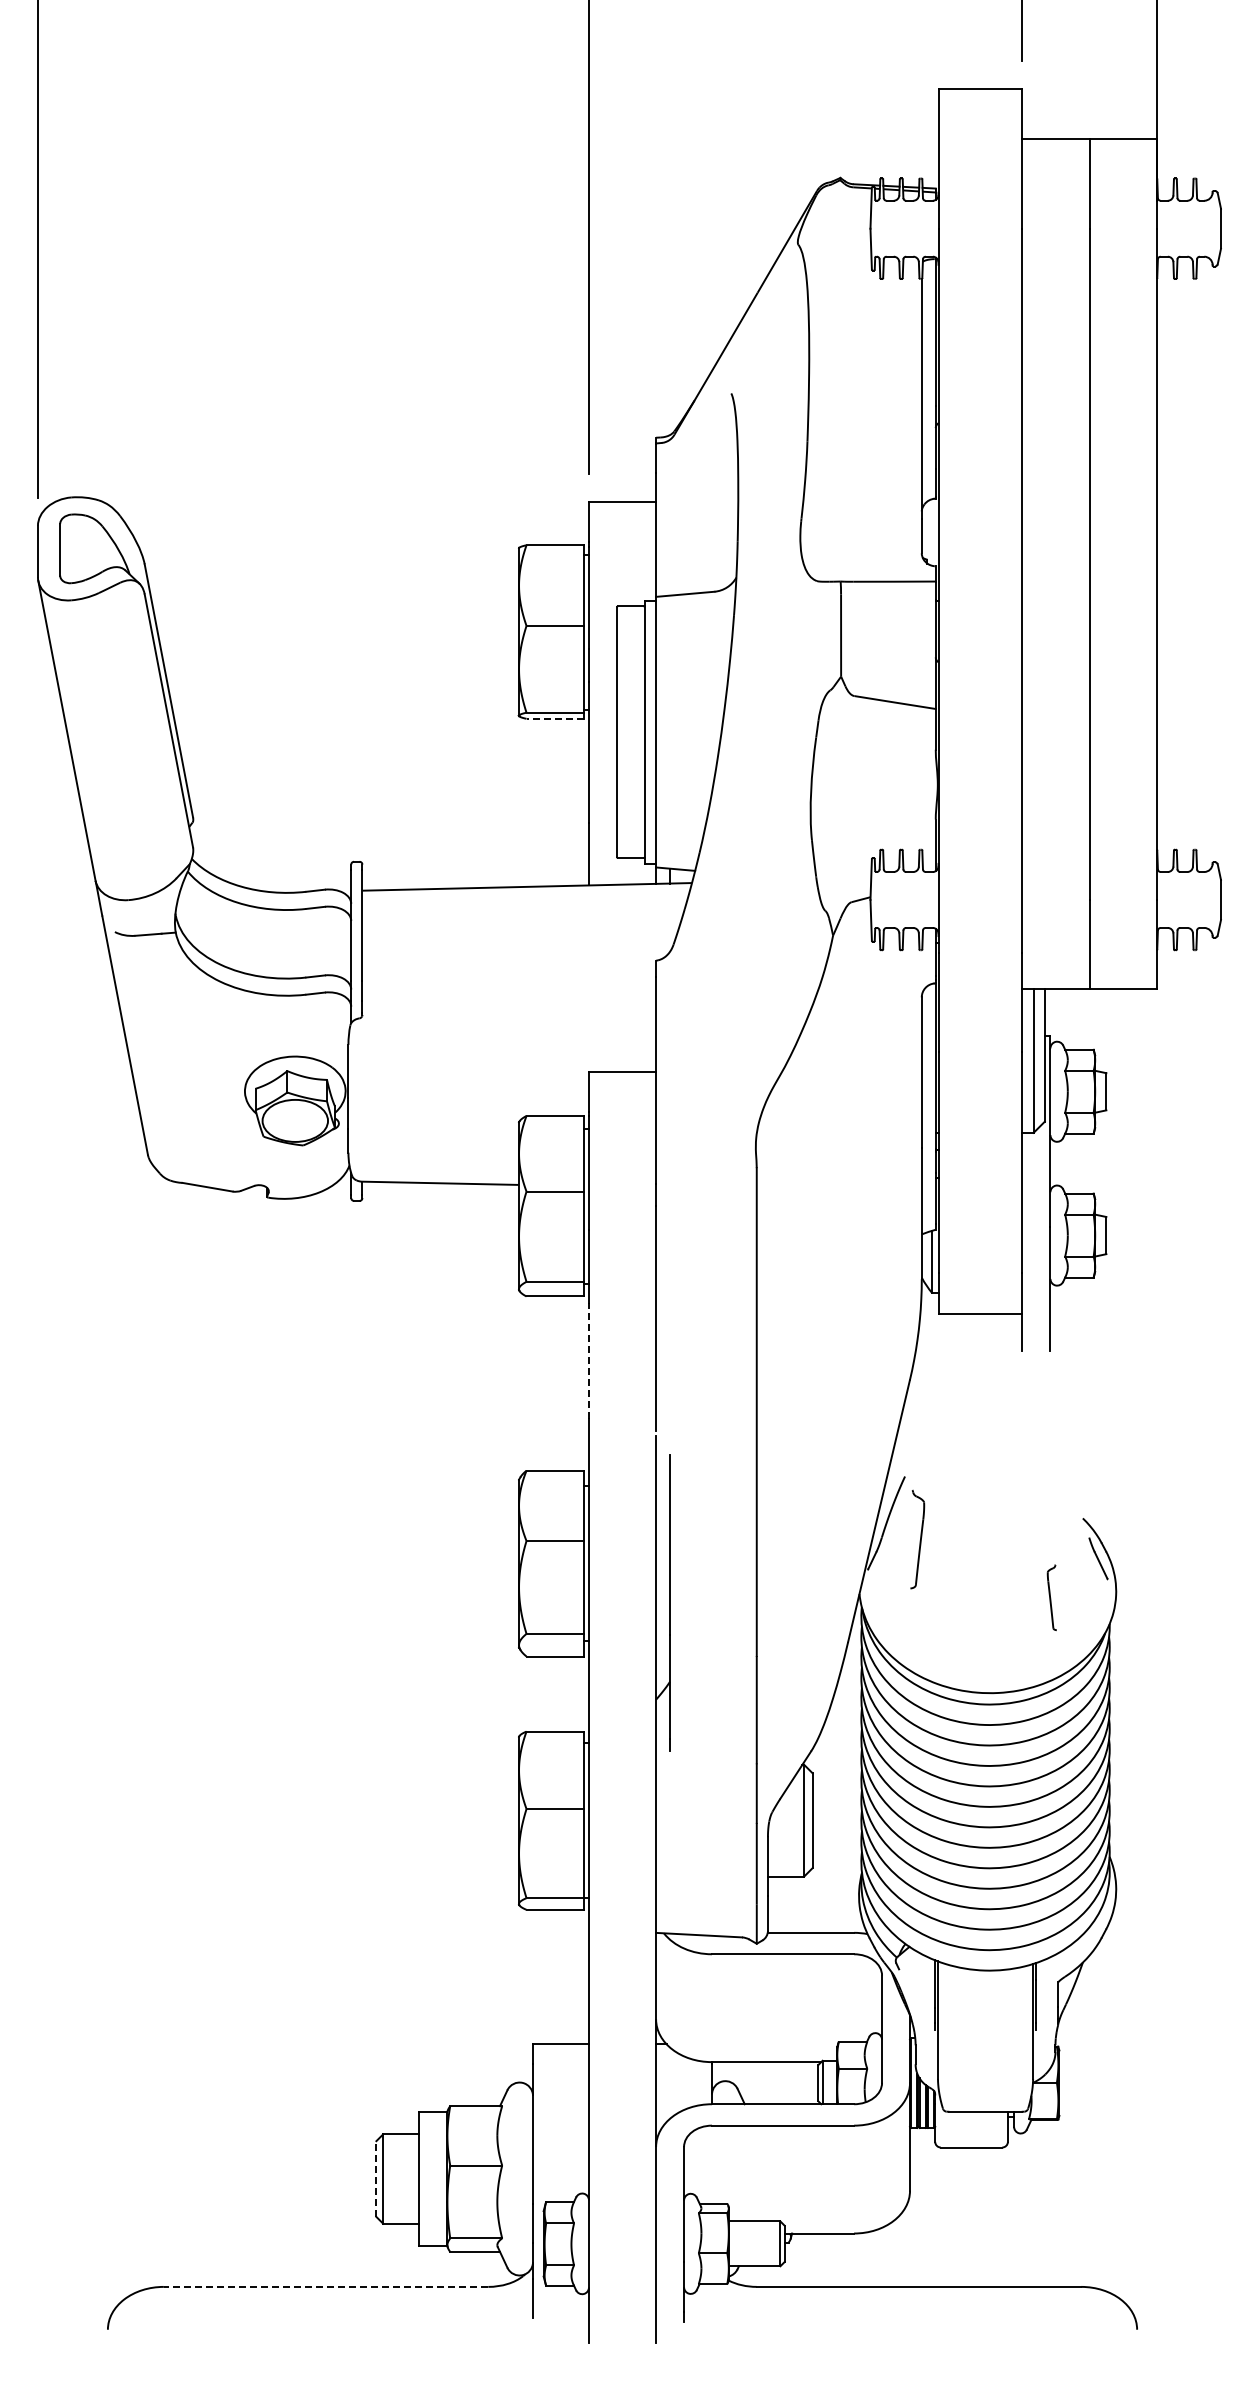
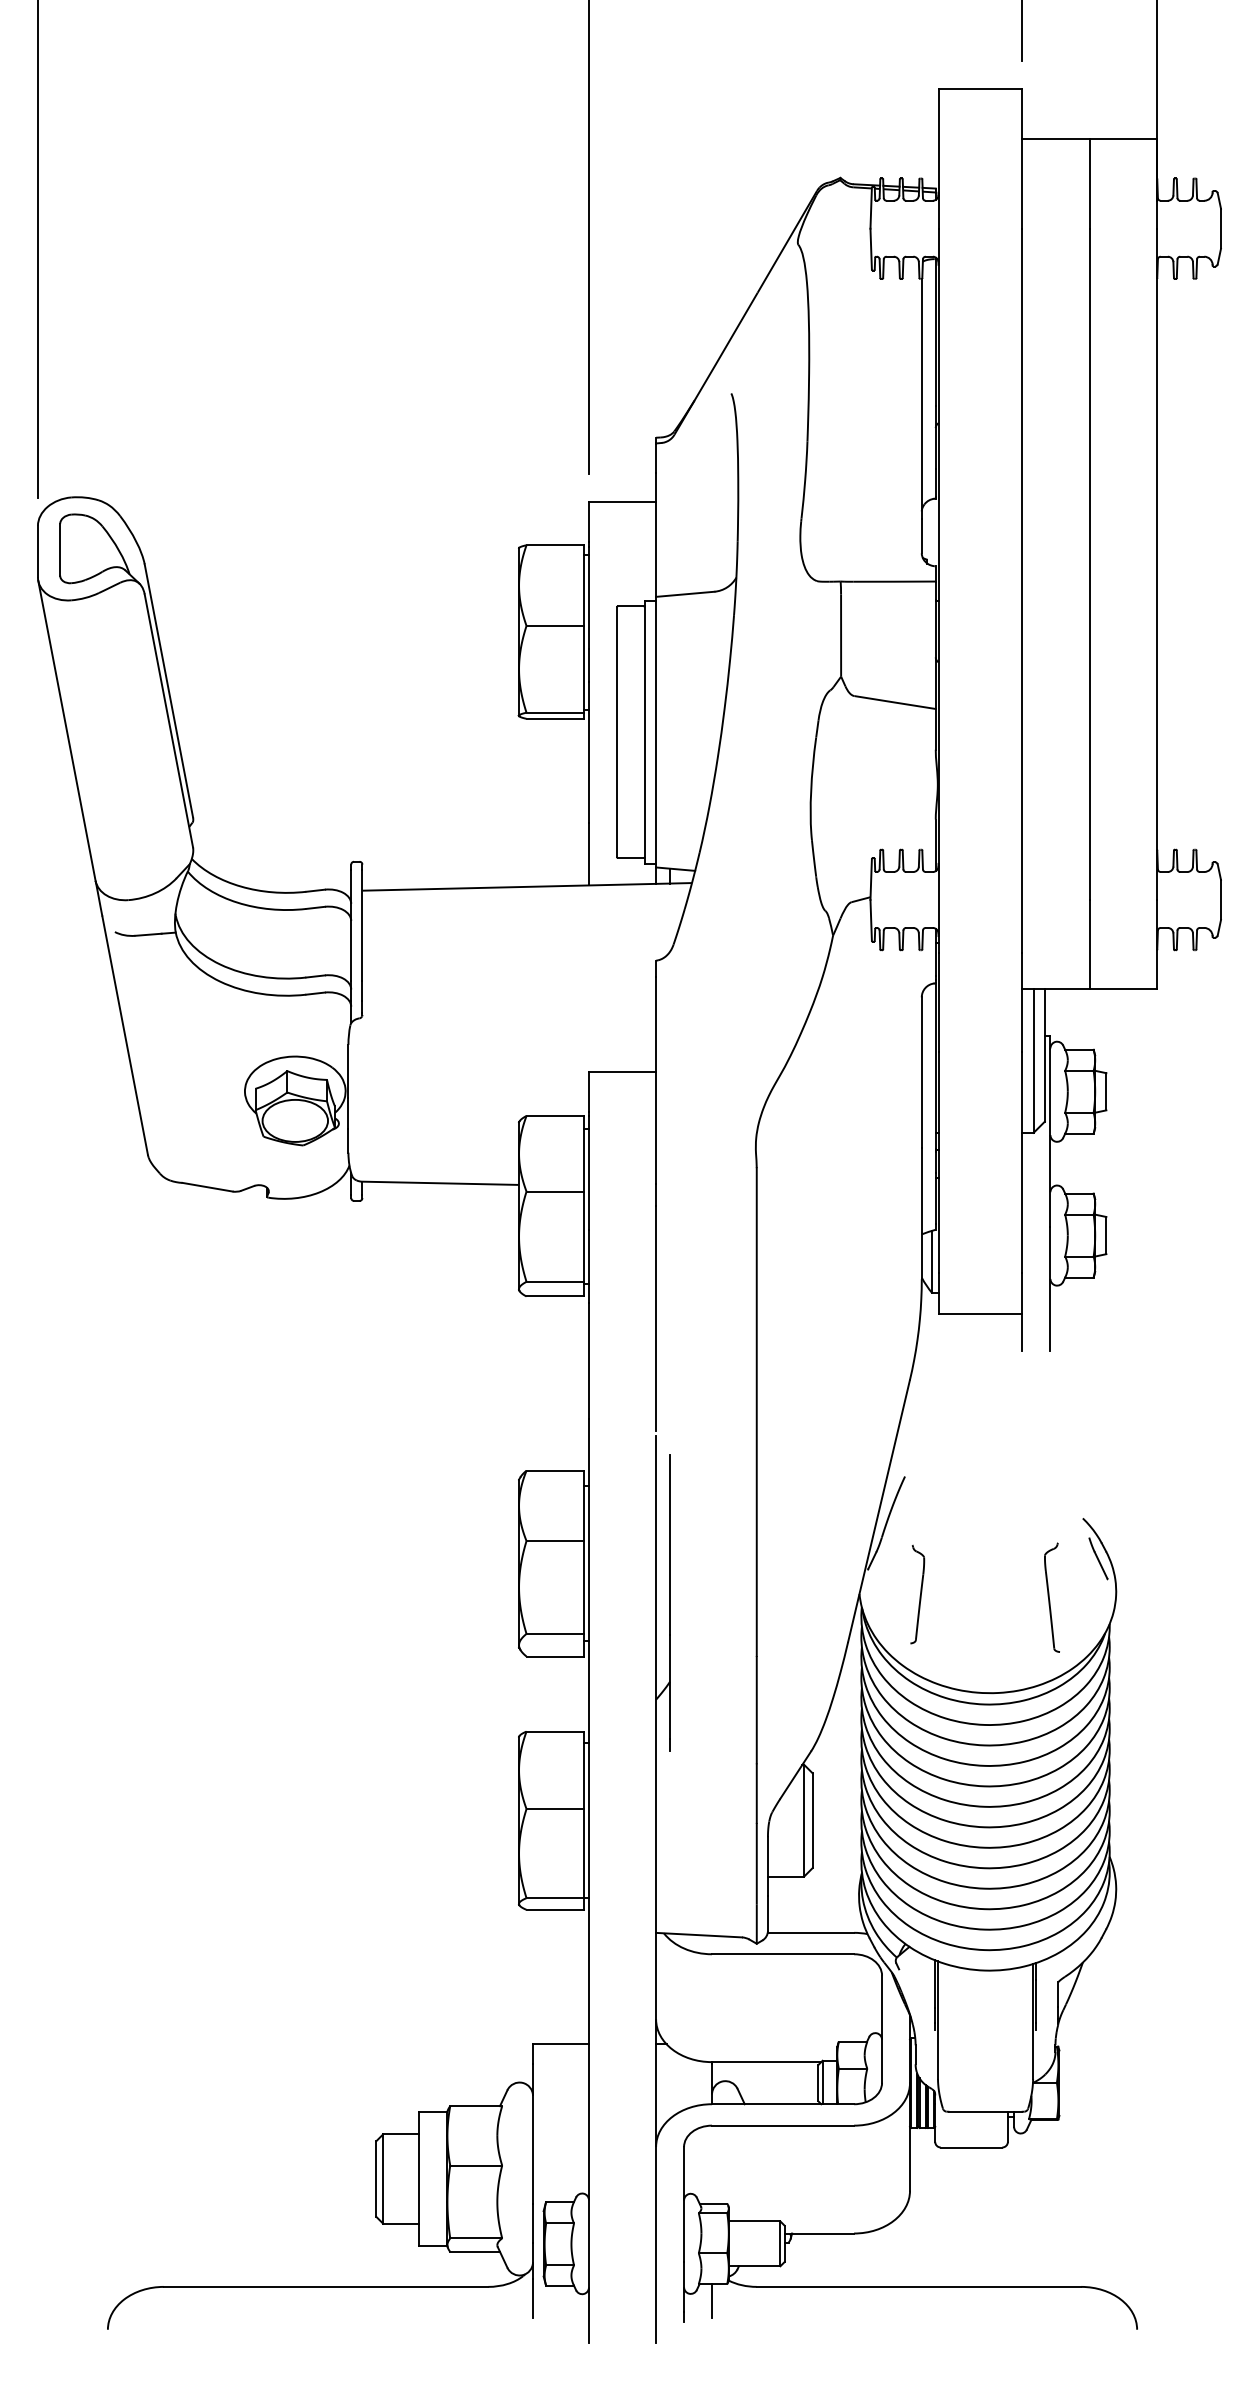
line at (555, 718): dashed -> solid
line at (588, 1360): dashed -> solid
part at (917, 1539) position: (917, 1539) -> (917, 1594)
part at (1051, 1597) size: 11x68 px -> 16x111 px
line at (376, 2179): dashed -> solid
line at (325, 2286): dashed -> solid
line at (712, 2301): none -> present
